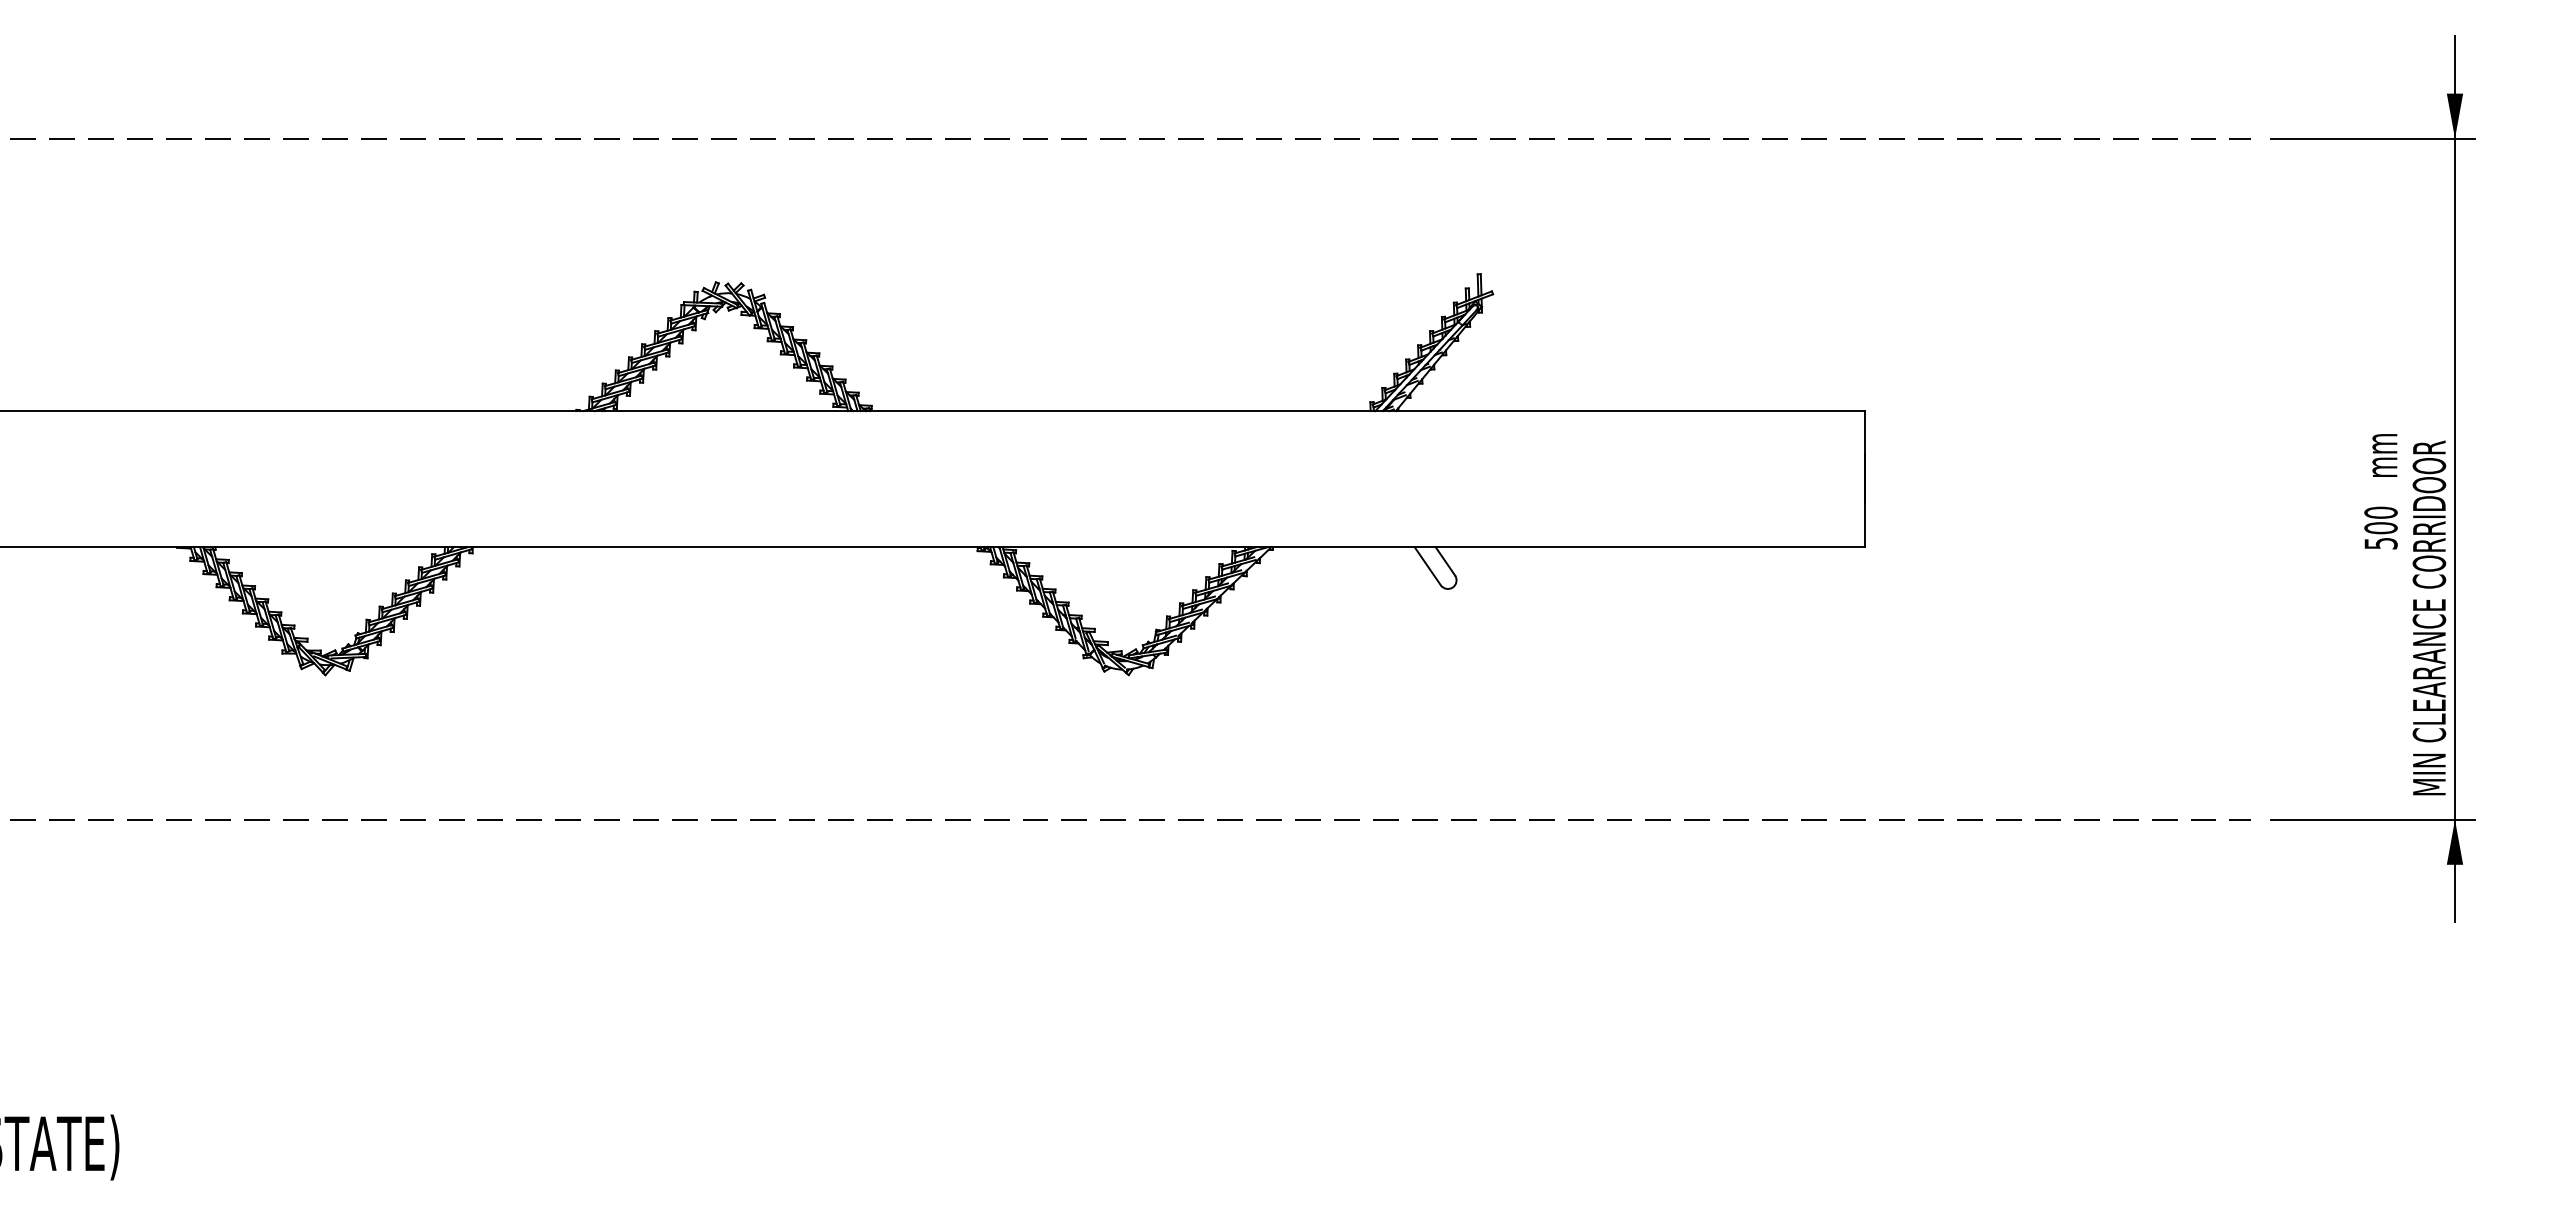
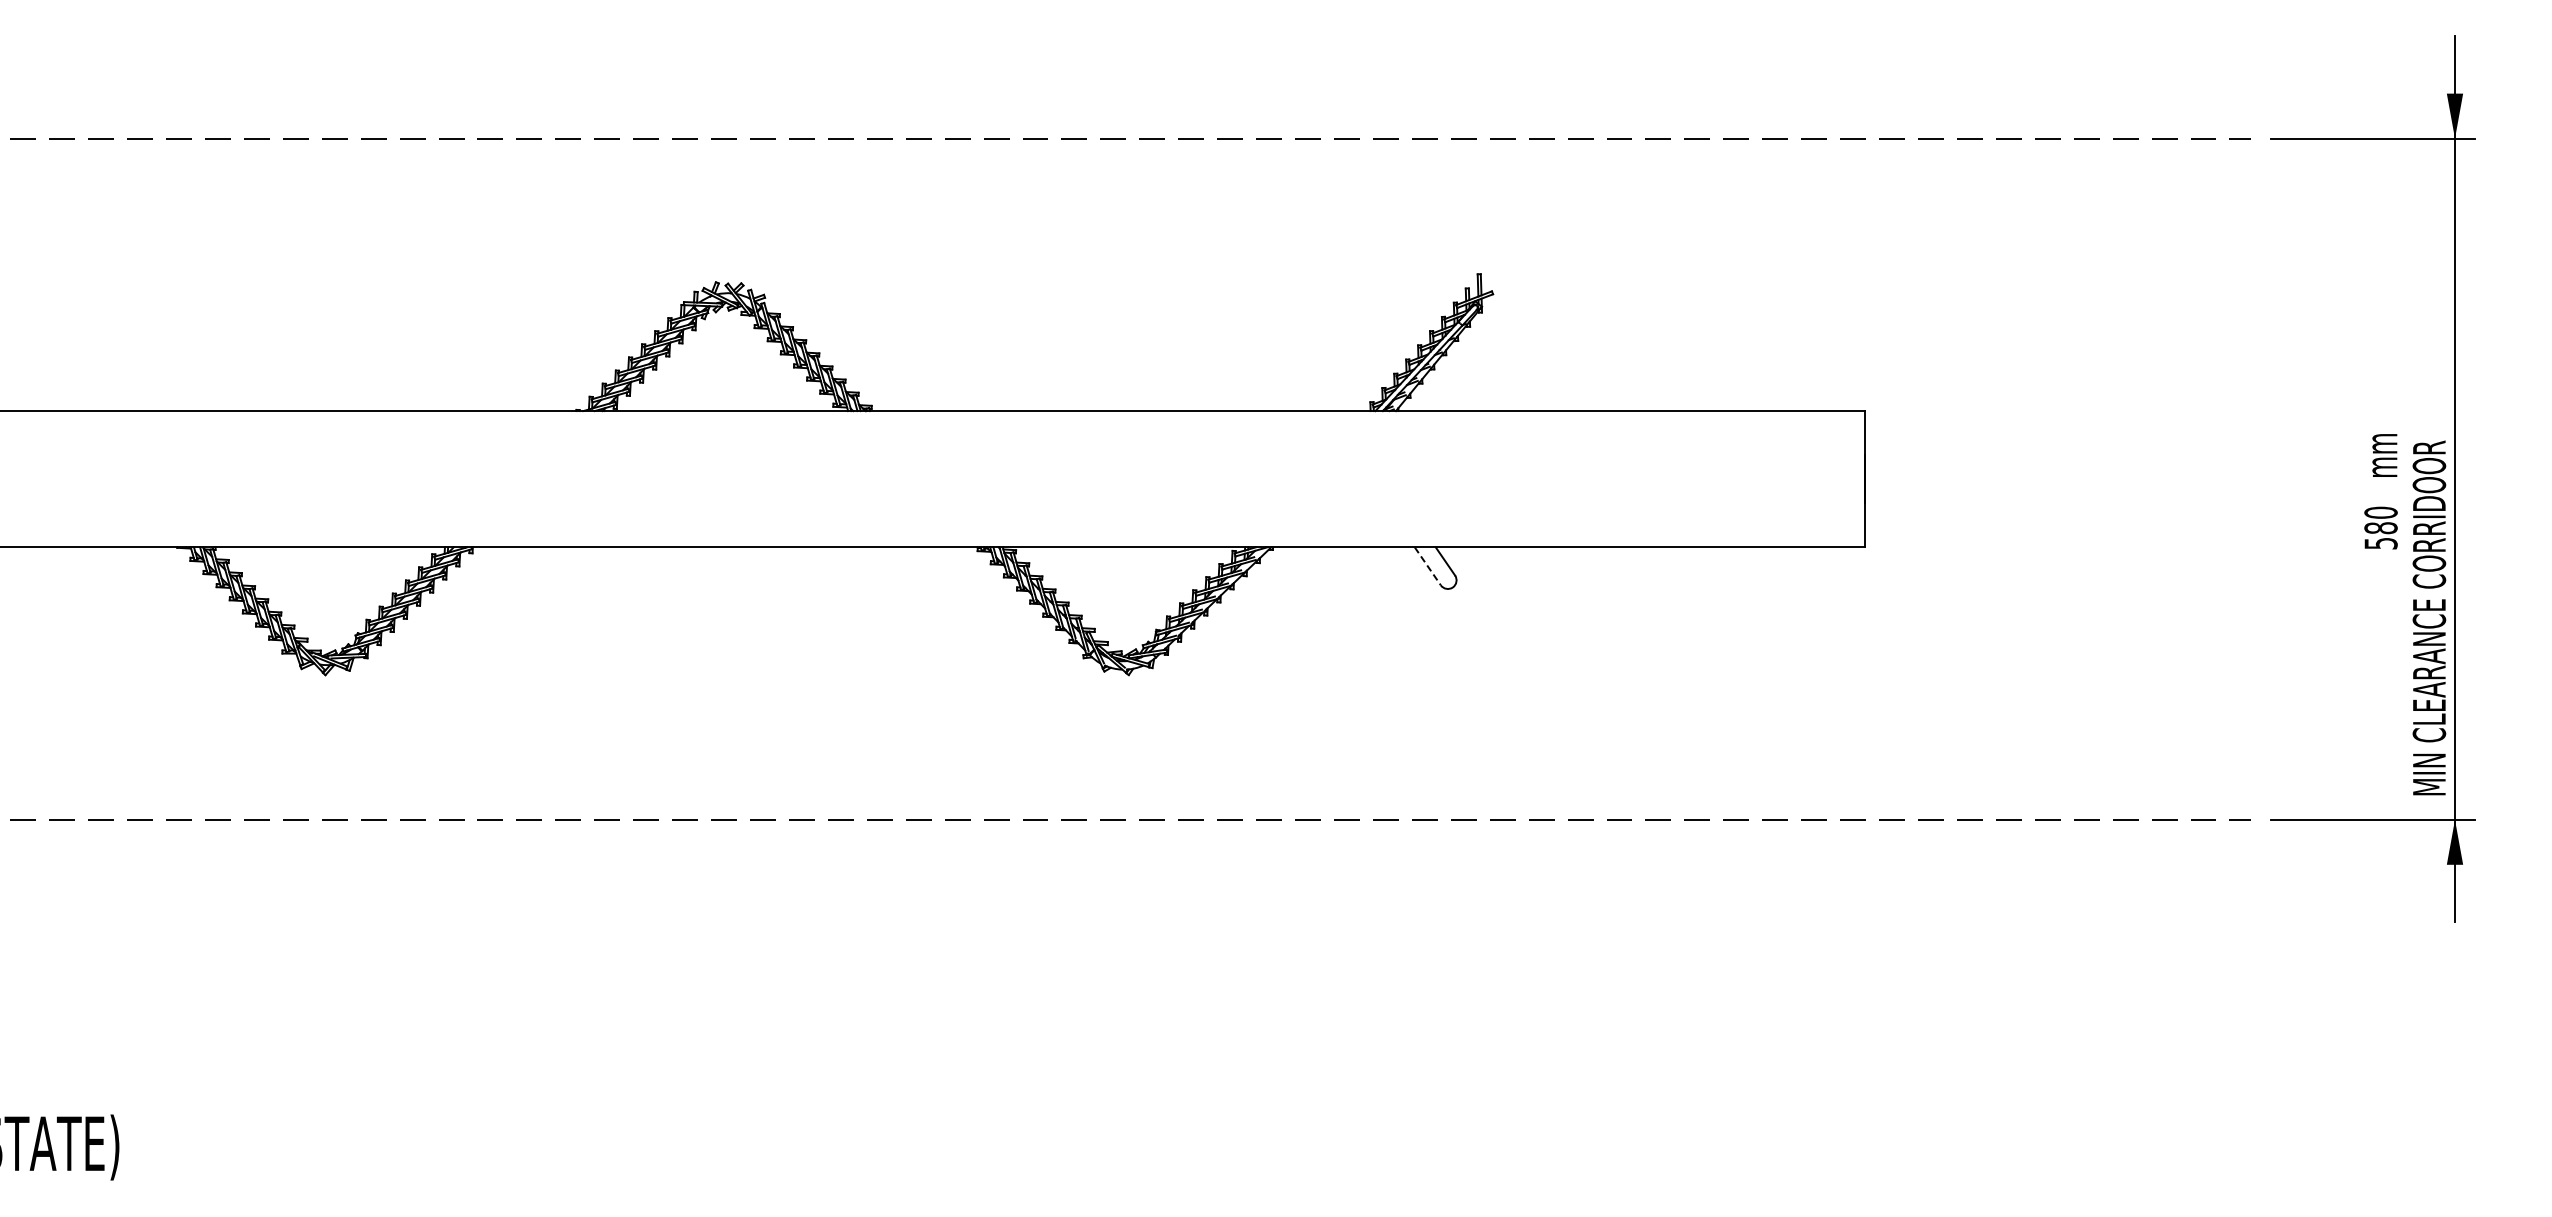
text at (2381, 528): 500 -> 580
line at (1428, 566): solid -> dashed
